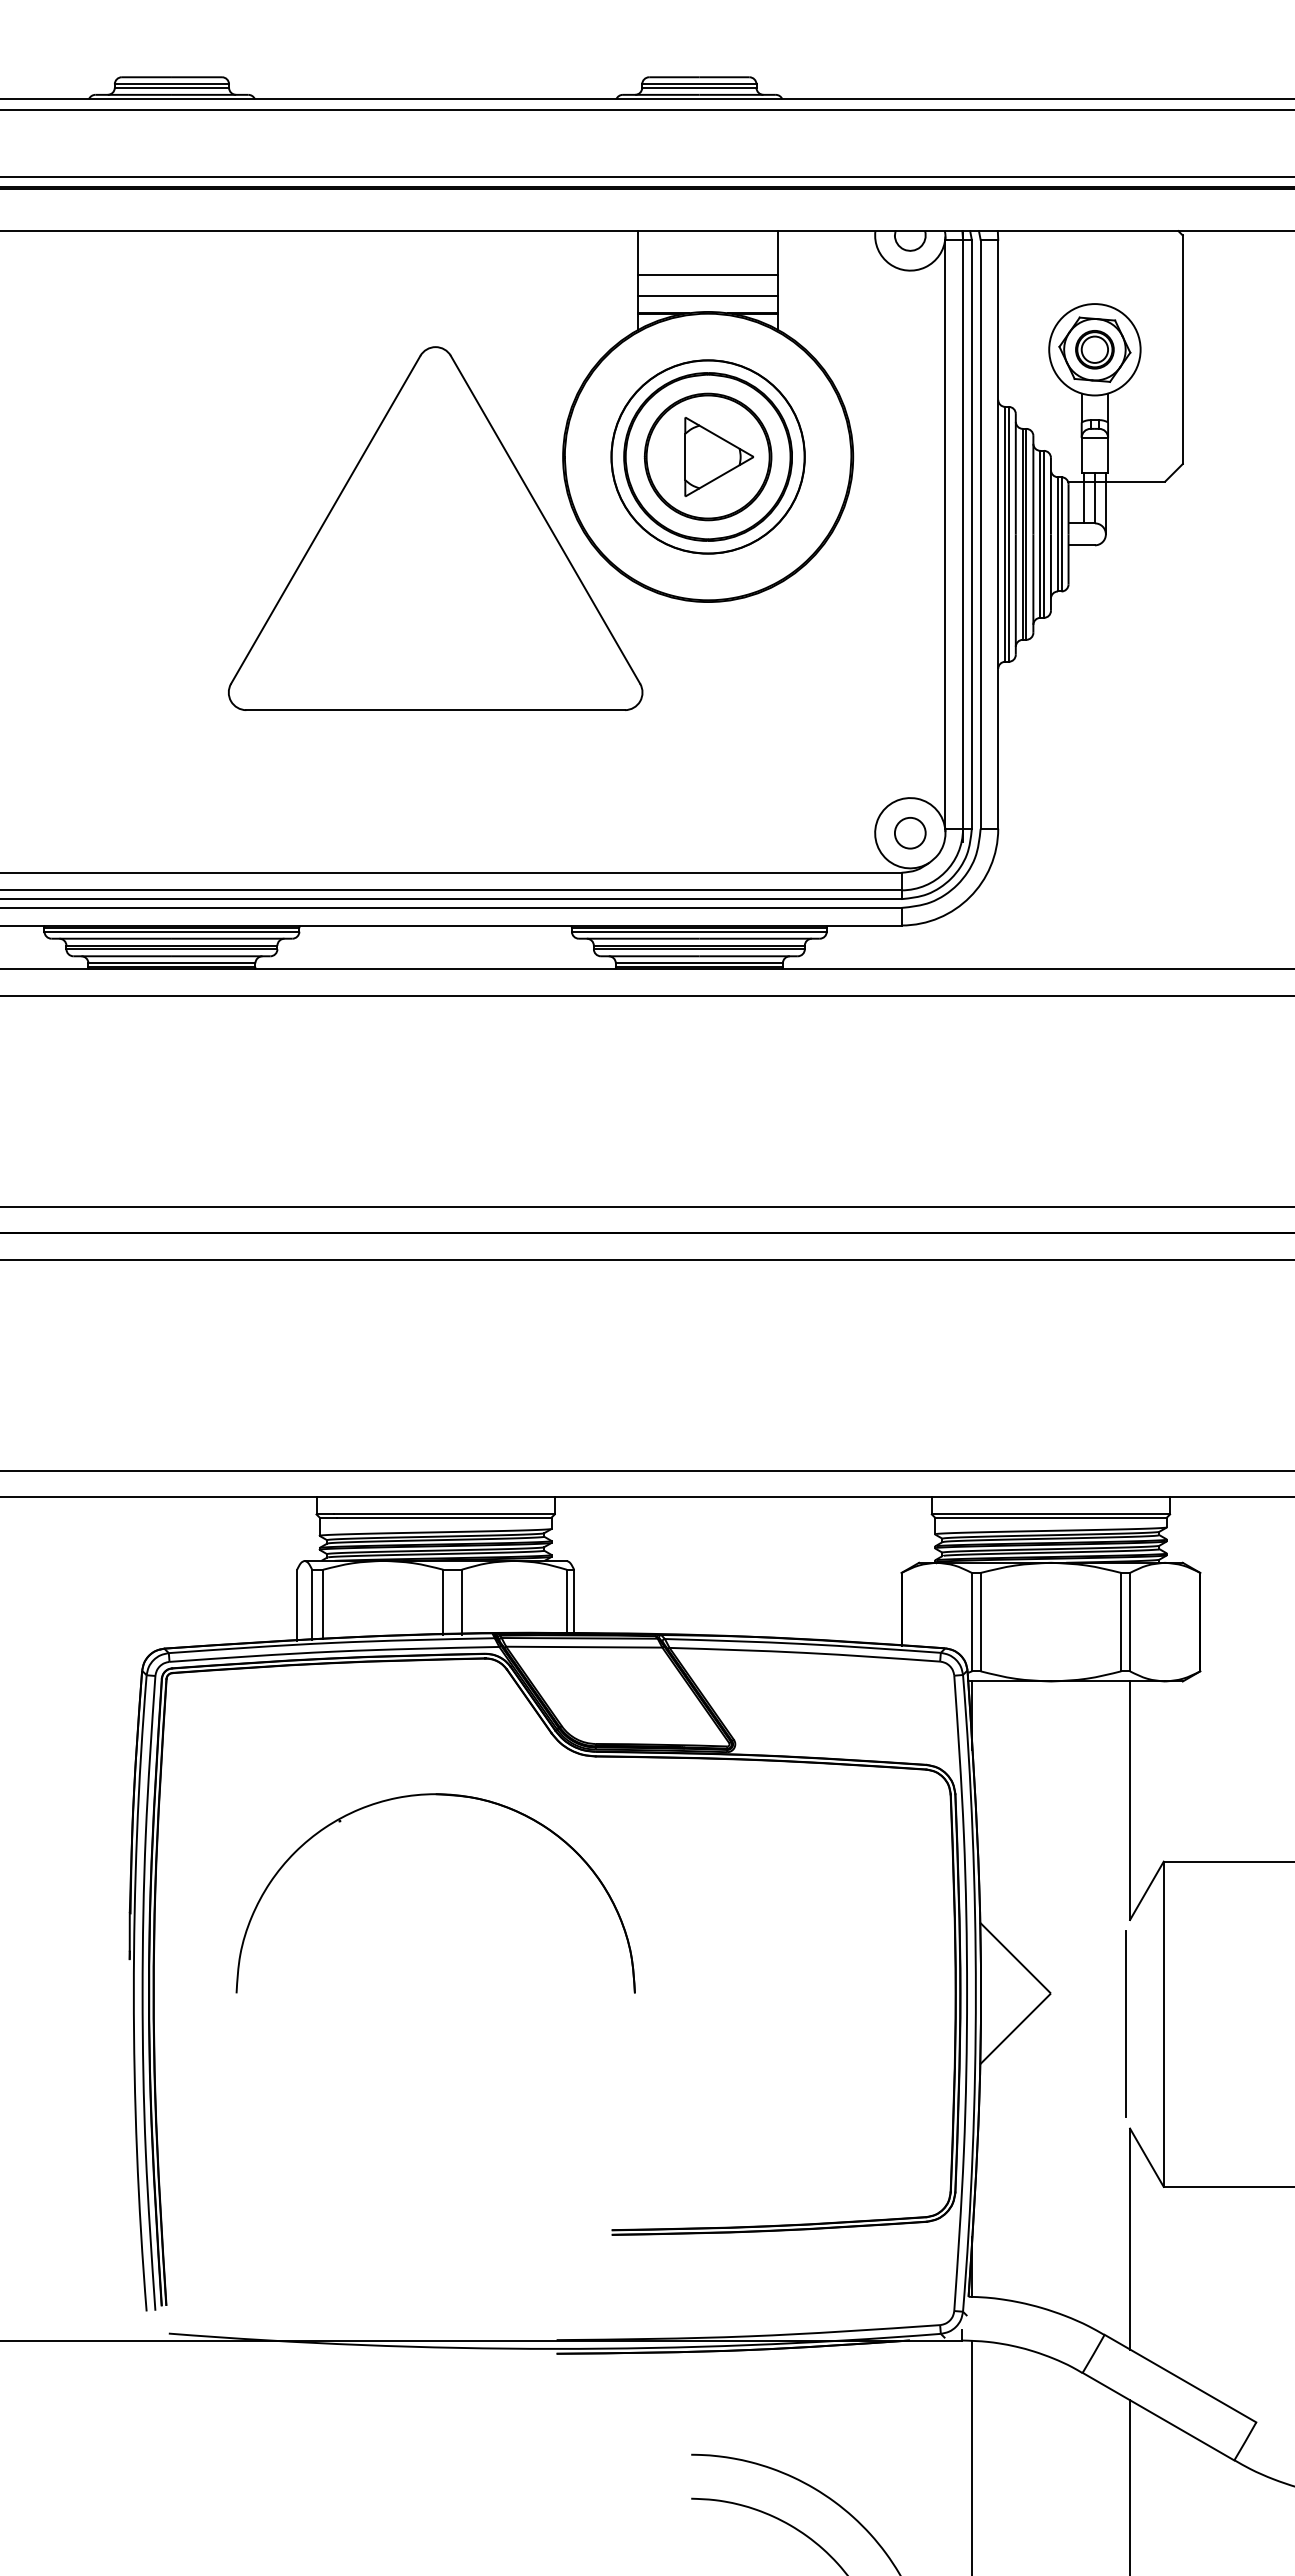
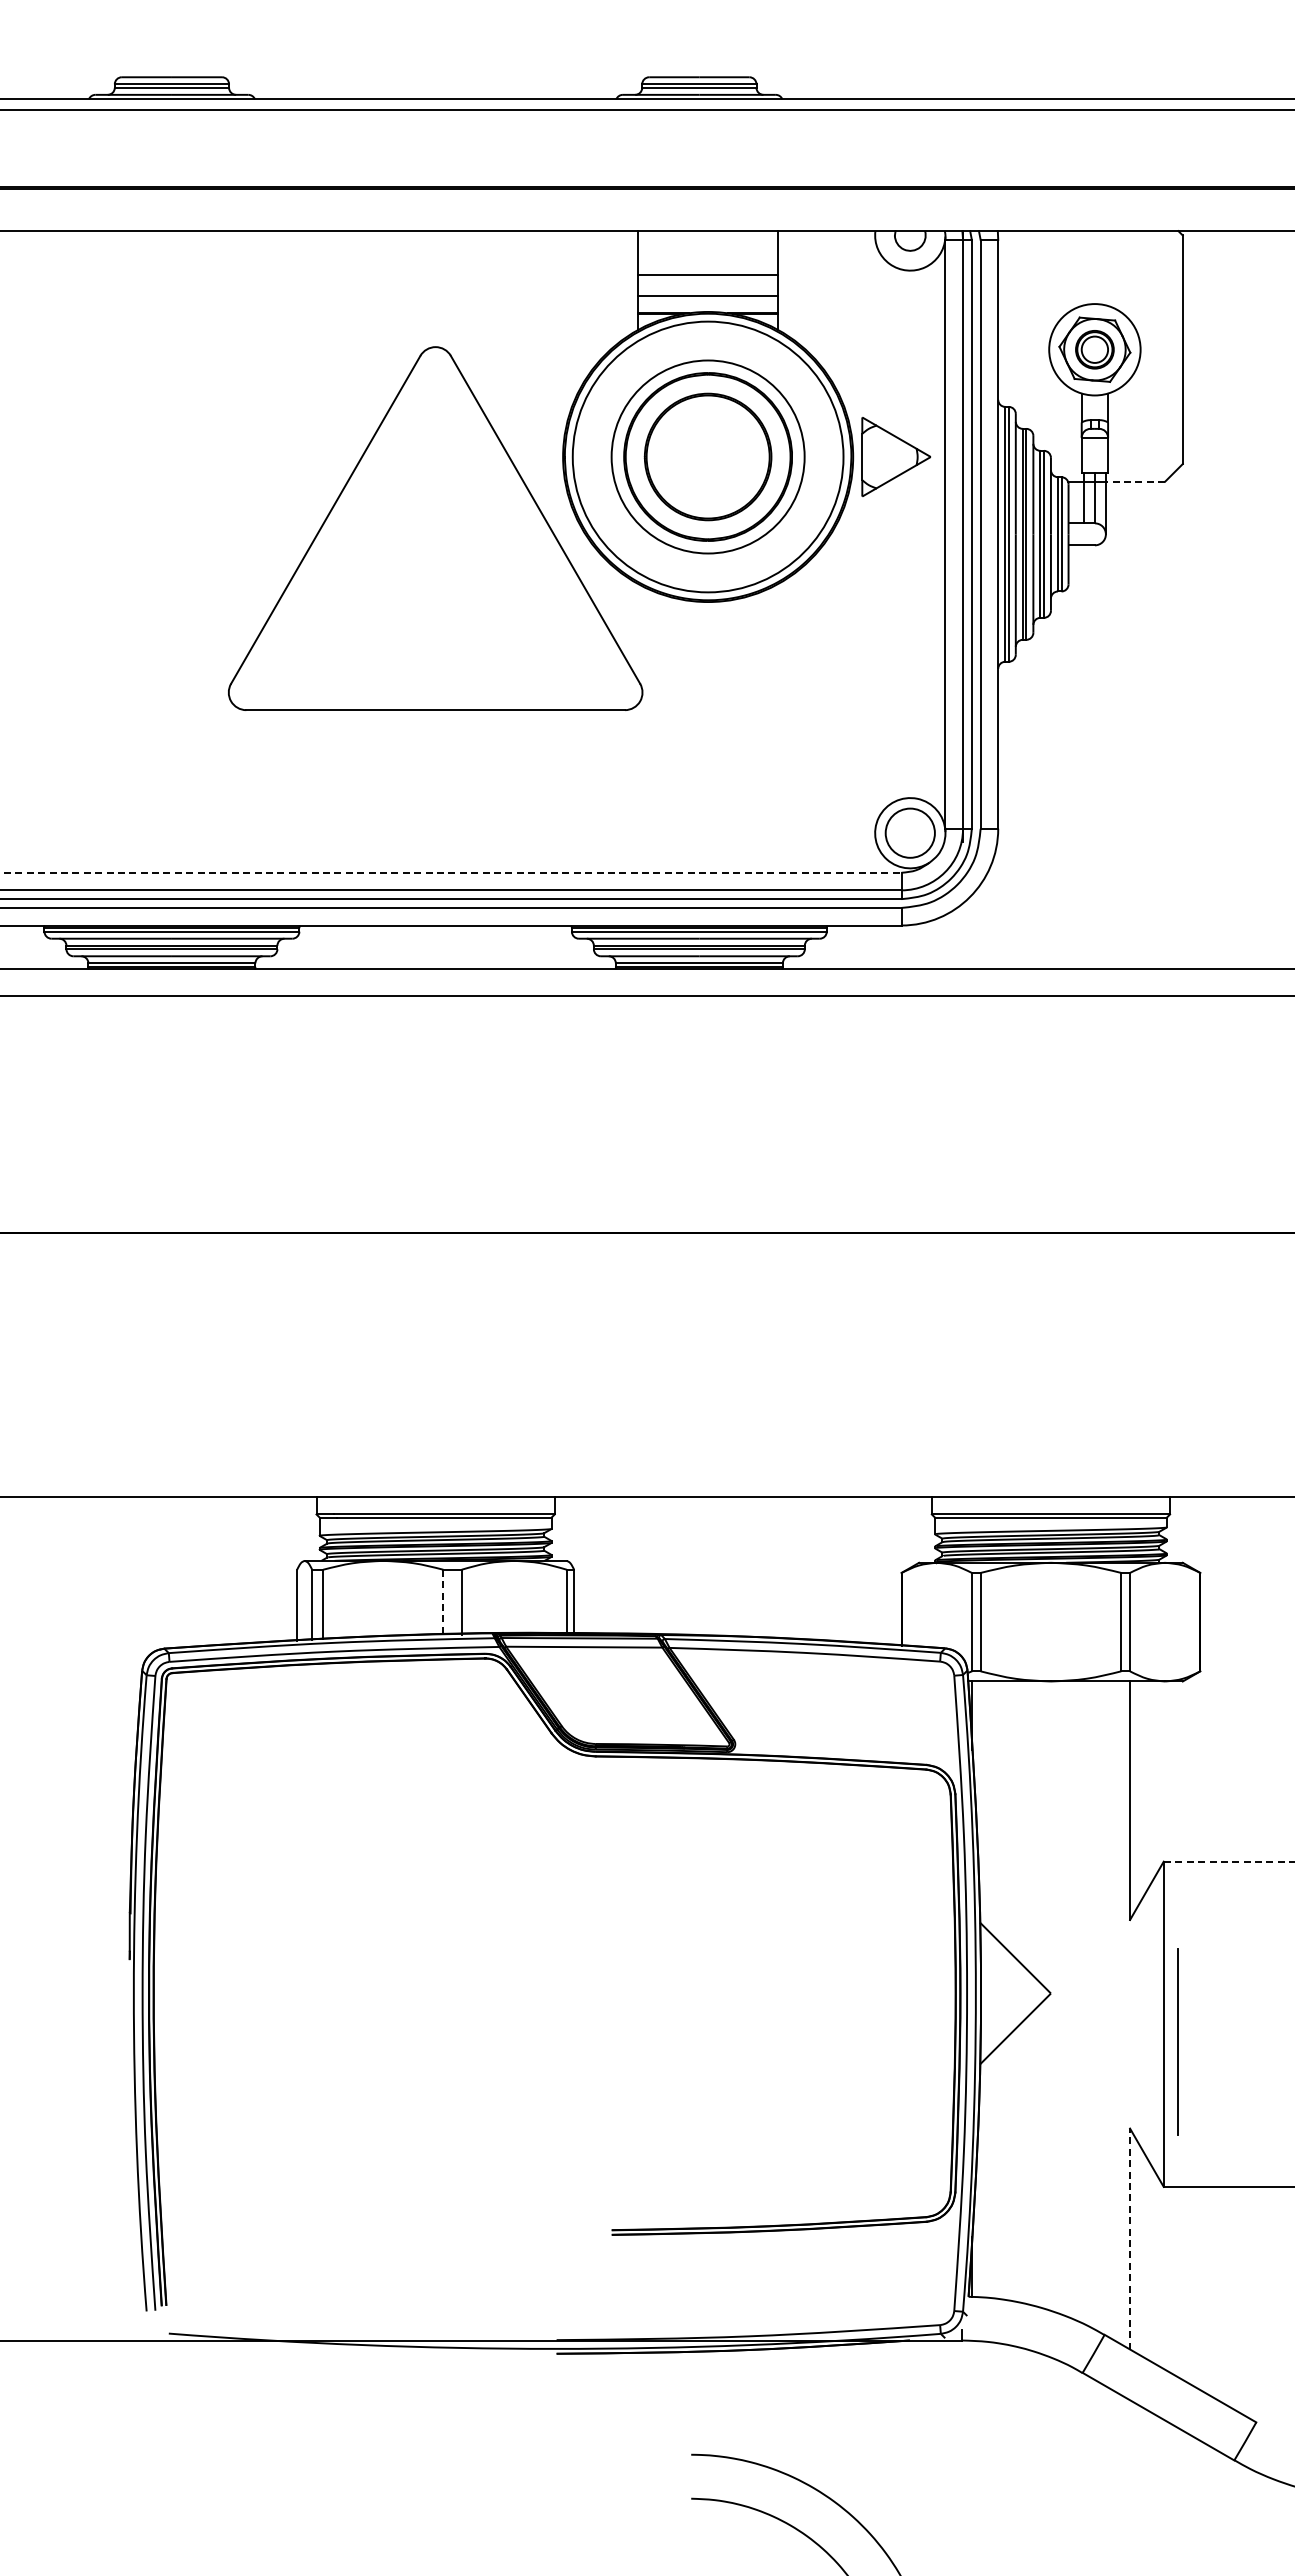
line at (646, 176): present -> none
circle at (707, 456) diameter: 193 px -> 271 px
part at (718, 456) position: (718, 456) -> (895, 456)
line at (1135, 481): solid -> dashed
circle at (909, 832) diameter: 31 px -> 49 px
line at (451, 872): solid -> dashed
line at (646, 1206): present -> none
line at (646, 1259): present -> none
line at (646, 1470): present -> none
line at (443, 1602): solid -> dashed
part at (435, 1795): present -> none
line at (1228, 1861): solid -> dashed
line at (1125, 2023) position: (1125, 2023) -> (1177, 2041)
line at (1130, 2238): solid -> dashed
line at (971, 2456): present -> none
line at (1130, 2486): present -> none
